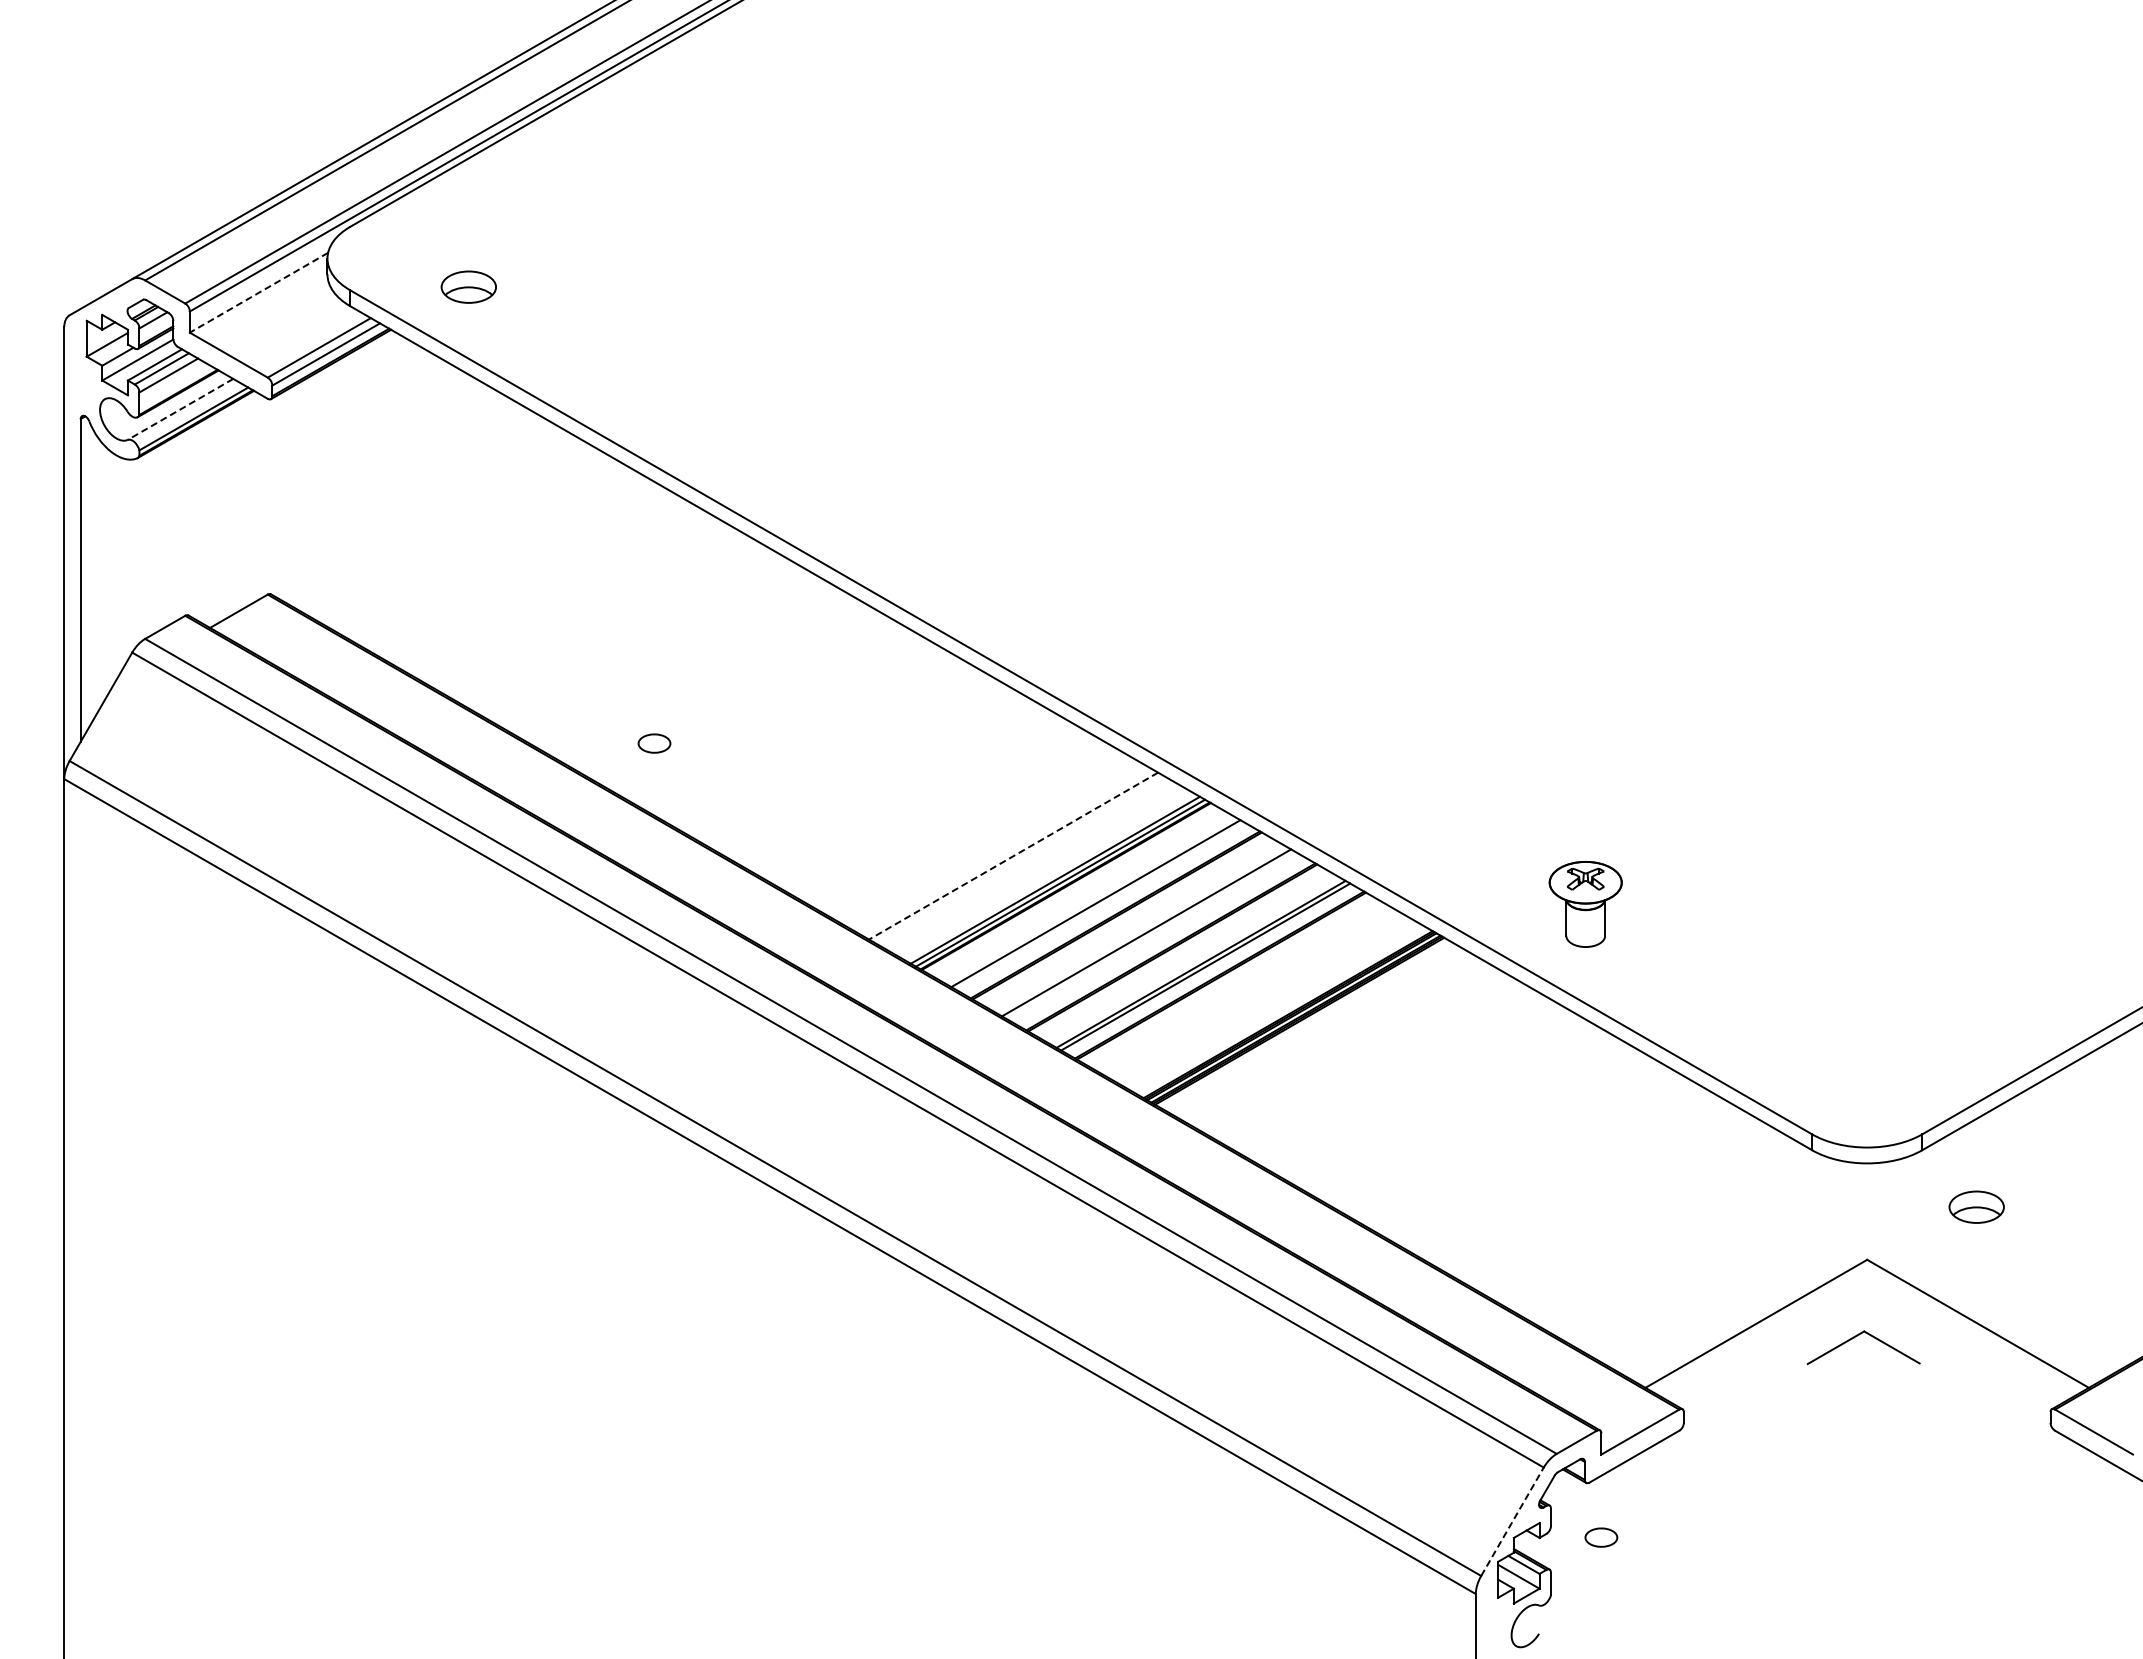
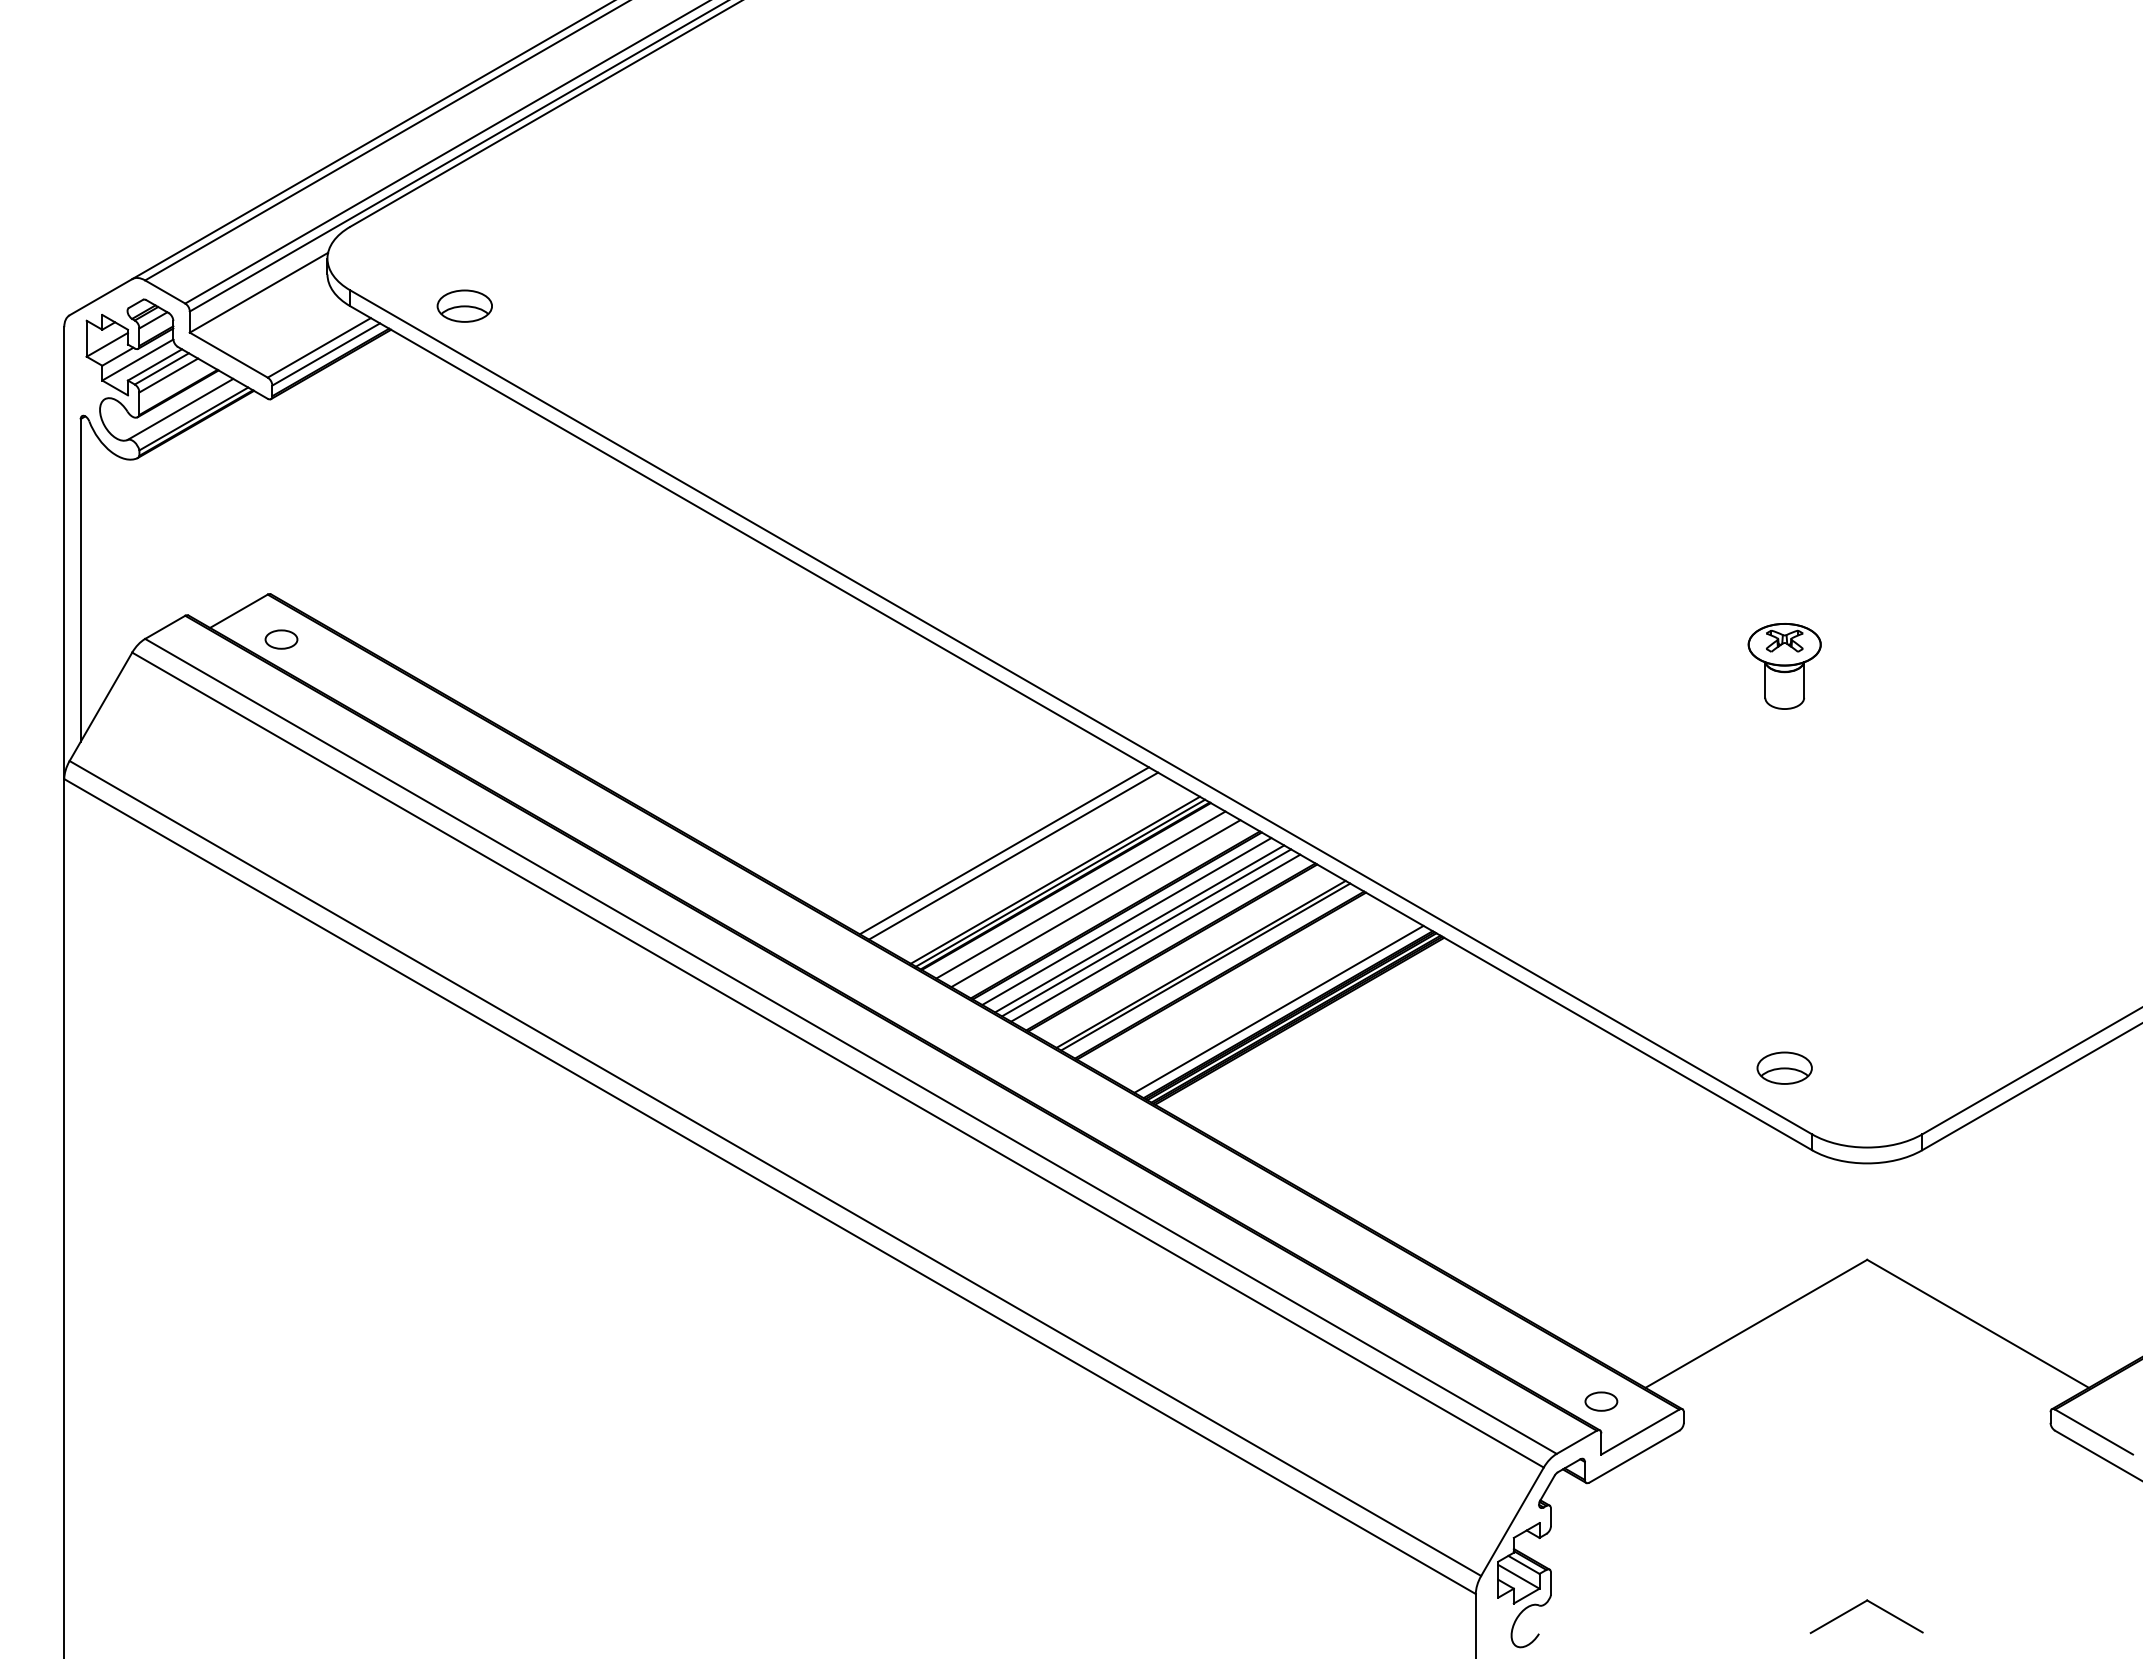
part at (468, 286) position: (468, 286) -> (464, 305)
line at (258, 292): dashed -> solid
line at (180, 409): dashed -> solid
part at (654, 743) position: (654, 743) -> (281, 639)
line at (1003, 850): none -> present
line at (1013, 856): dashed -> solid
line at (1080, 894): none -> present
part at (1585, 904) position: (1585, 904) -> (1784, 666)
line at (1126, 921): none -> present
line at (1139, 928): none -> present
line at (1155, 937): none -> present
line at (1278, 1008): none -> present
part at (1976, 1206) position: (1976, 1206) -> (1784, 1067)
part at (1857, 1336) position: (1857, 1336) -> (1860, 1605)
line at (1512, 1521): dashed -> solid
part at (1601, 1537) position: (1601, 1537) -> (1601, 1401)
